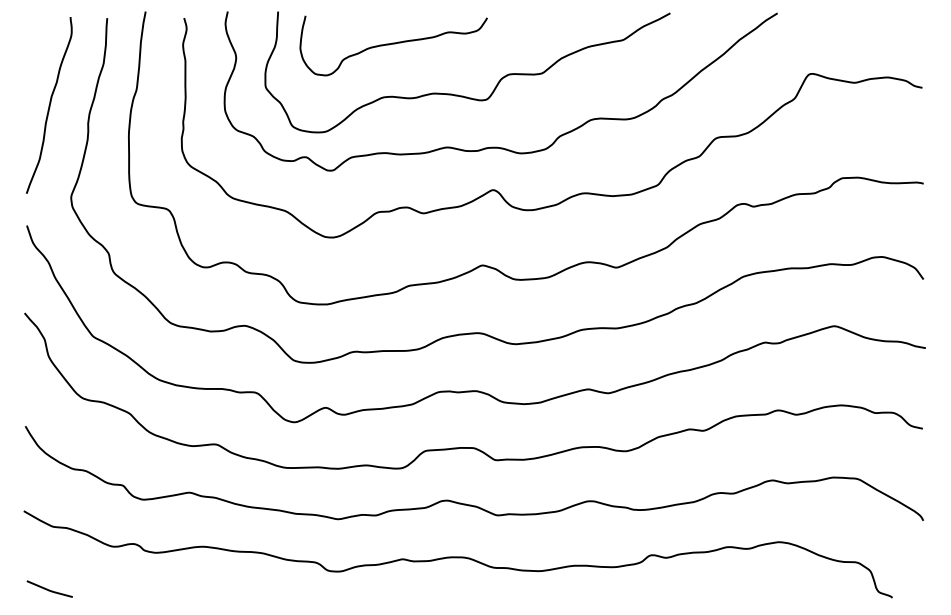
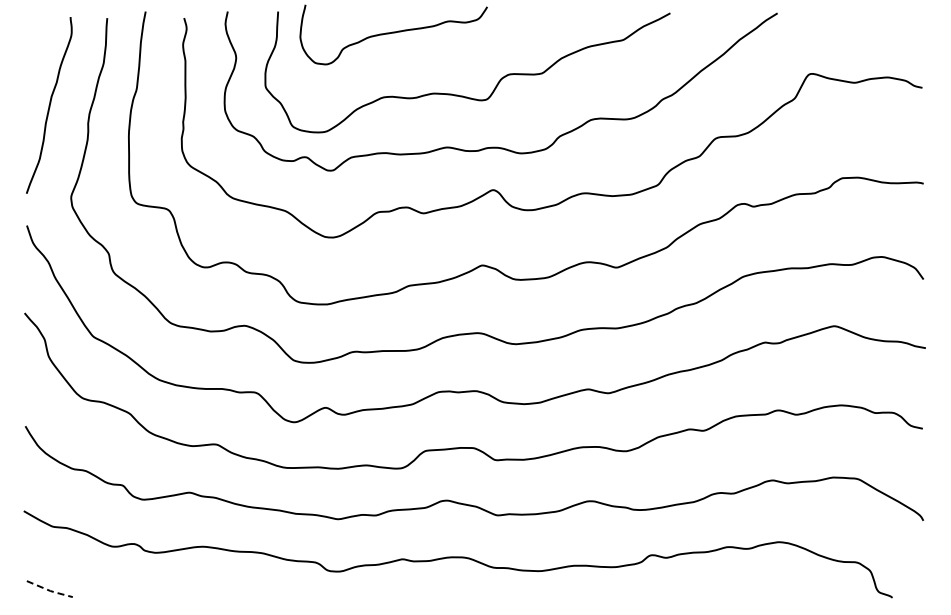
curve at (393, 44) position: (393, 44) -> (393, 33)
line at (50, 590): solid -> dashed
